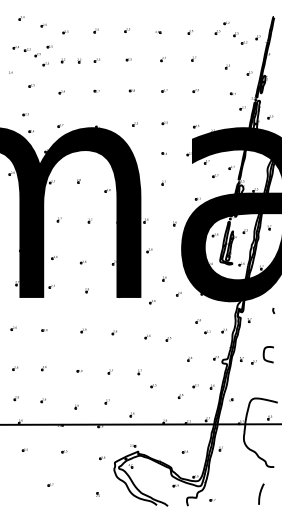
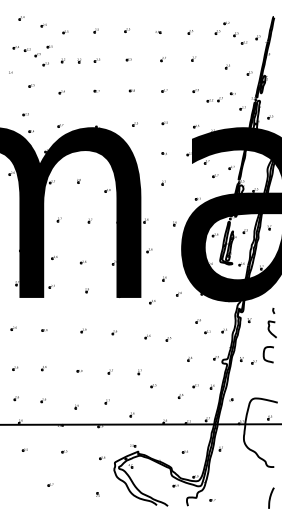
part at (214, 99): none -> present
curve at (270, 330): none -> present
curve at (261, 493) position: (261, 493) -> (271, 497)
